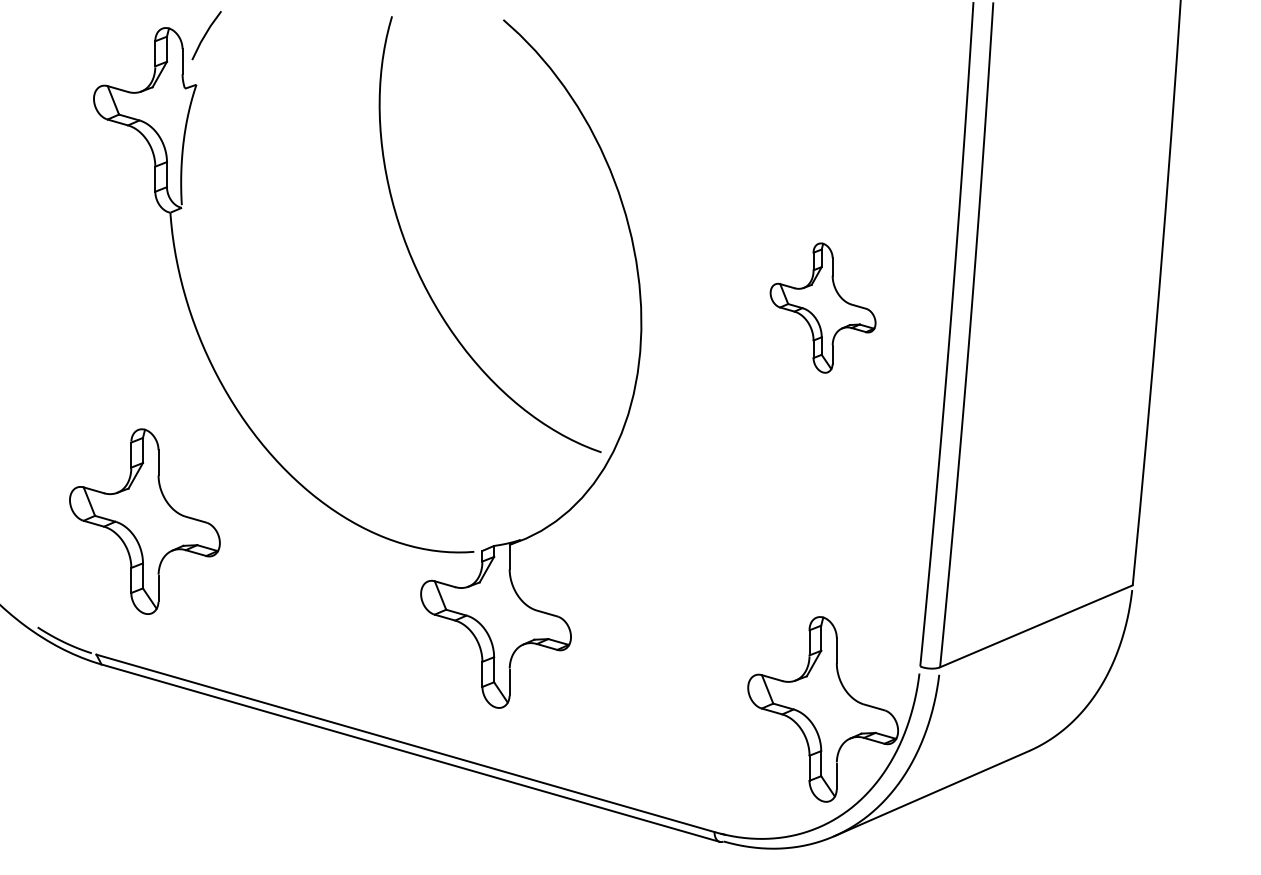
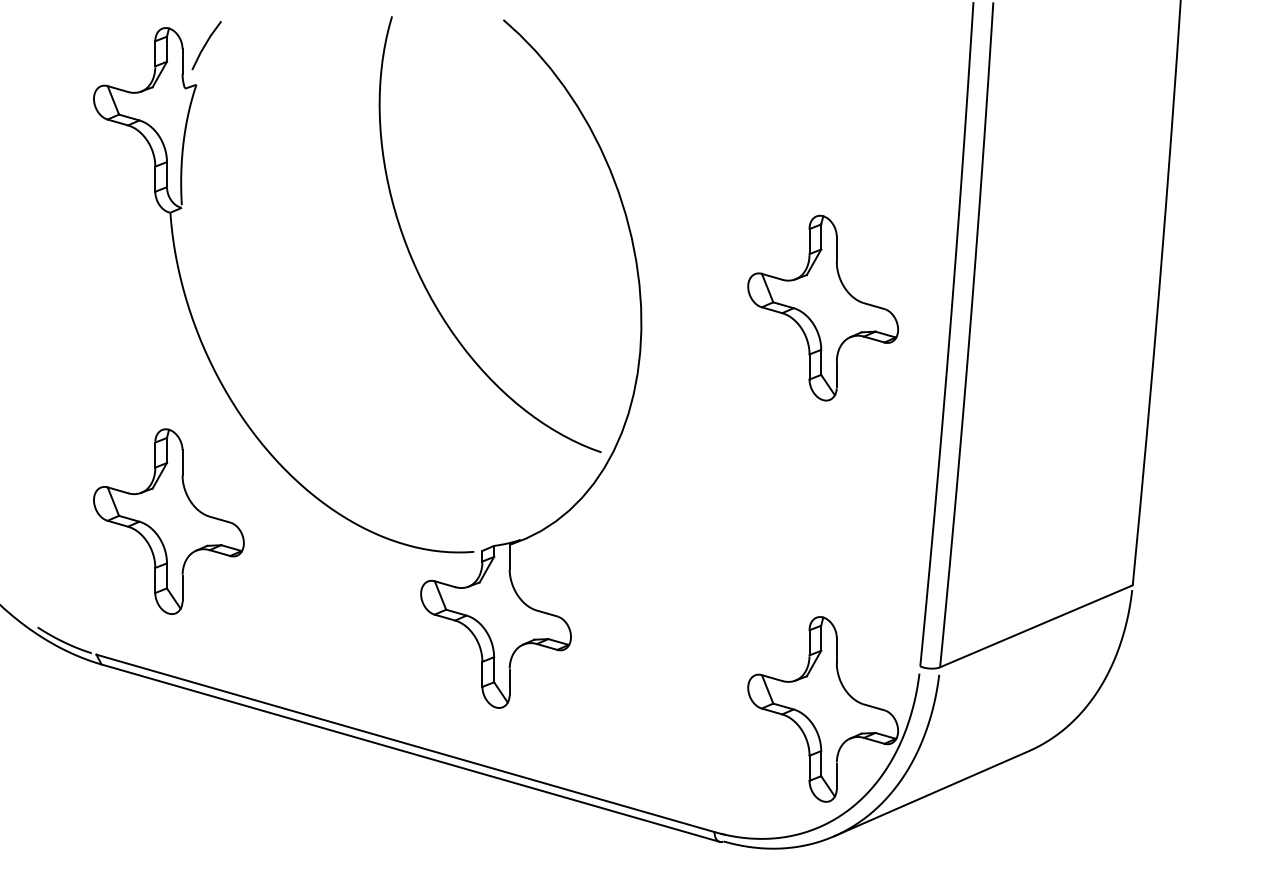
line at (206, 34) position: (206, 34) -> (206, 44)
part at (822, 307) size: 108x132 px -> 152x188 px
part at (144, 521) position: (144, 521) -> (168, 521)
